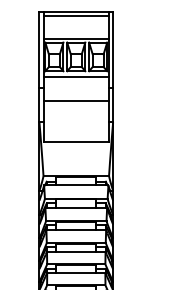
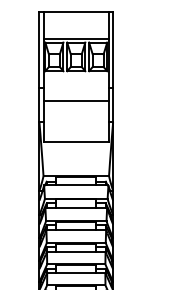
line at (75, 16): present -> none
line at (75, 77): present -> none
